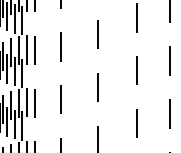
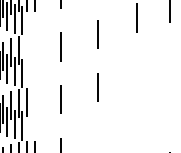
line at (26, 49): present -> none
line at (35, 50): present -> none
line at (169, 60): present -> none
line at (137, 70): present -> none
line at (35, 102): present -> none
line at (169, 113): present -> none
line at (136, 123): present -> none
line at (97, 137): present -> none
